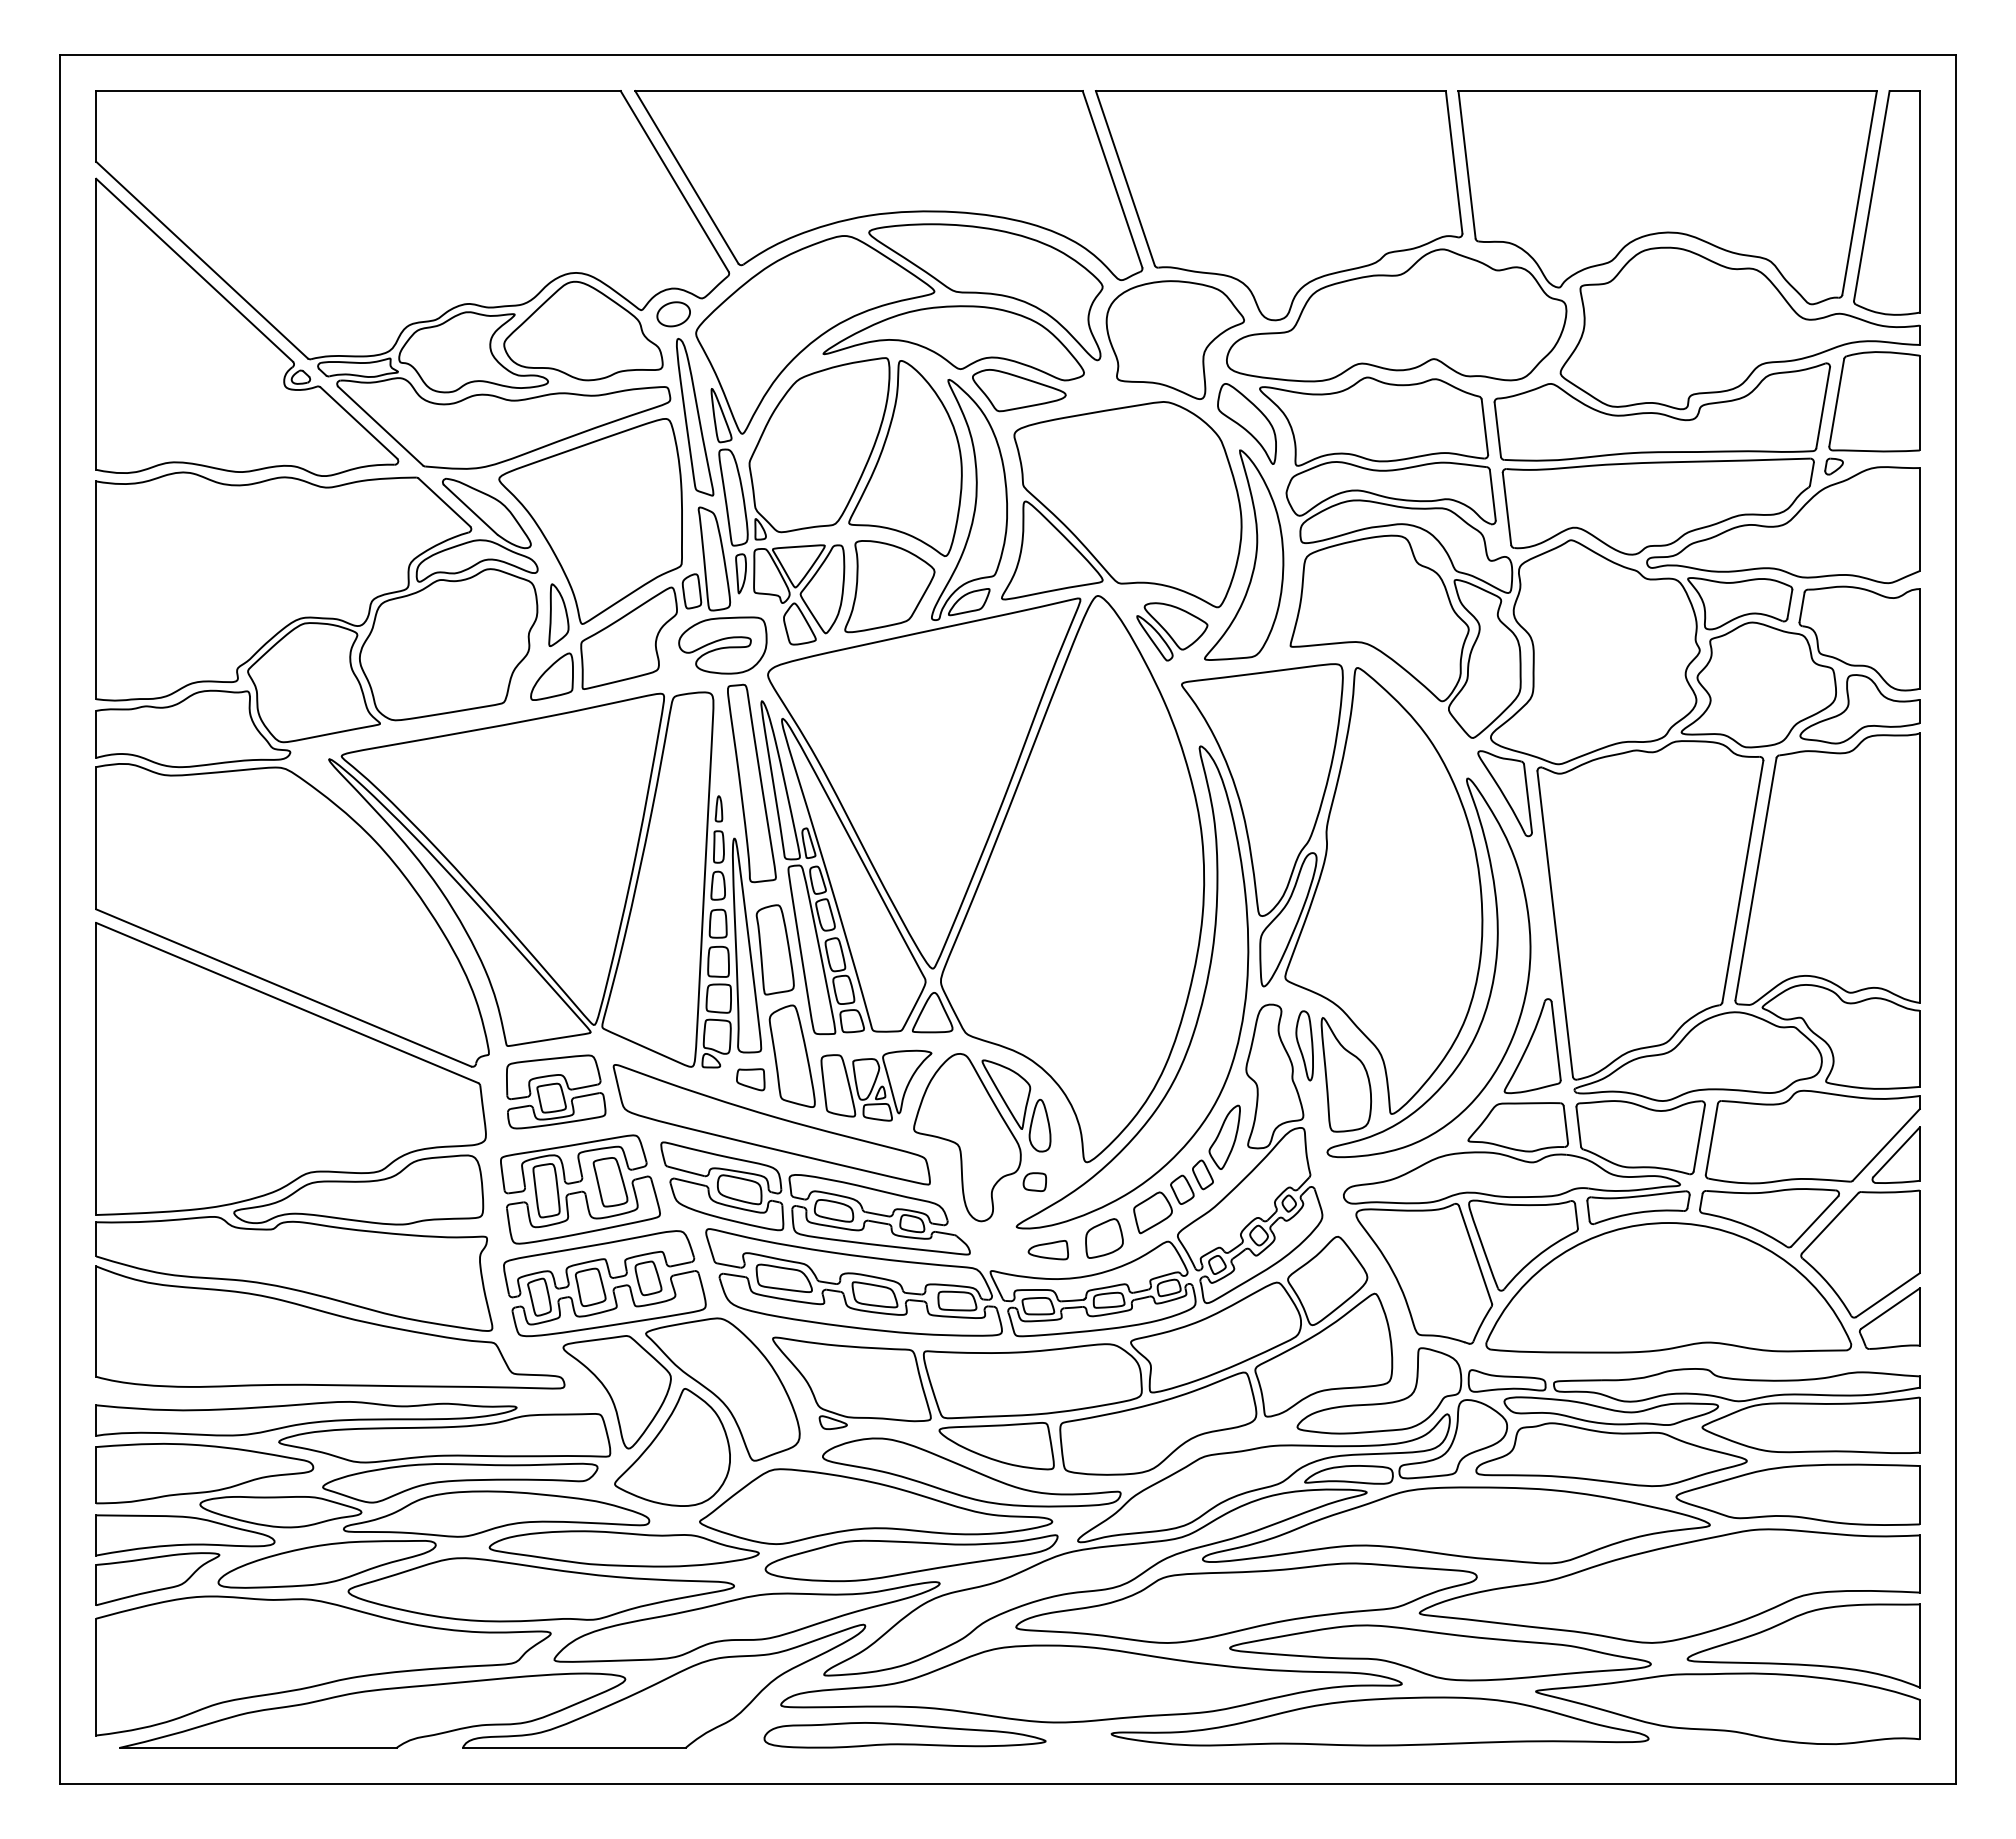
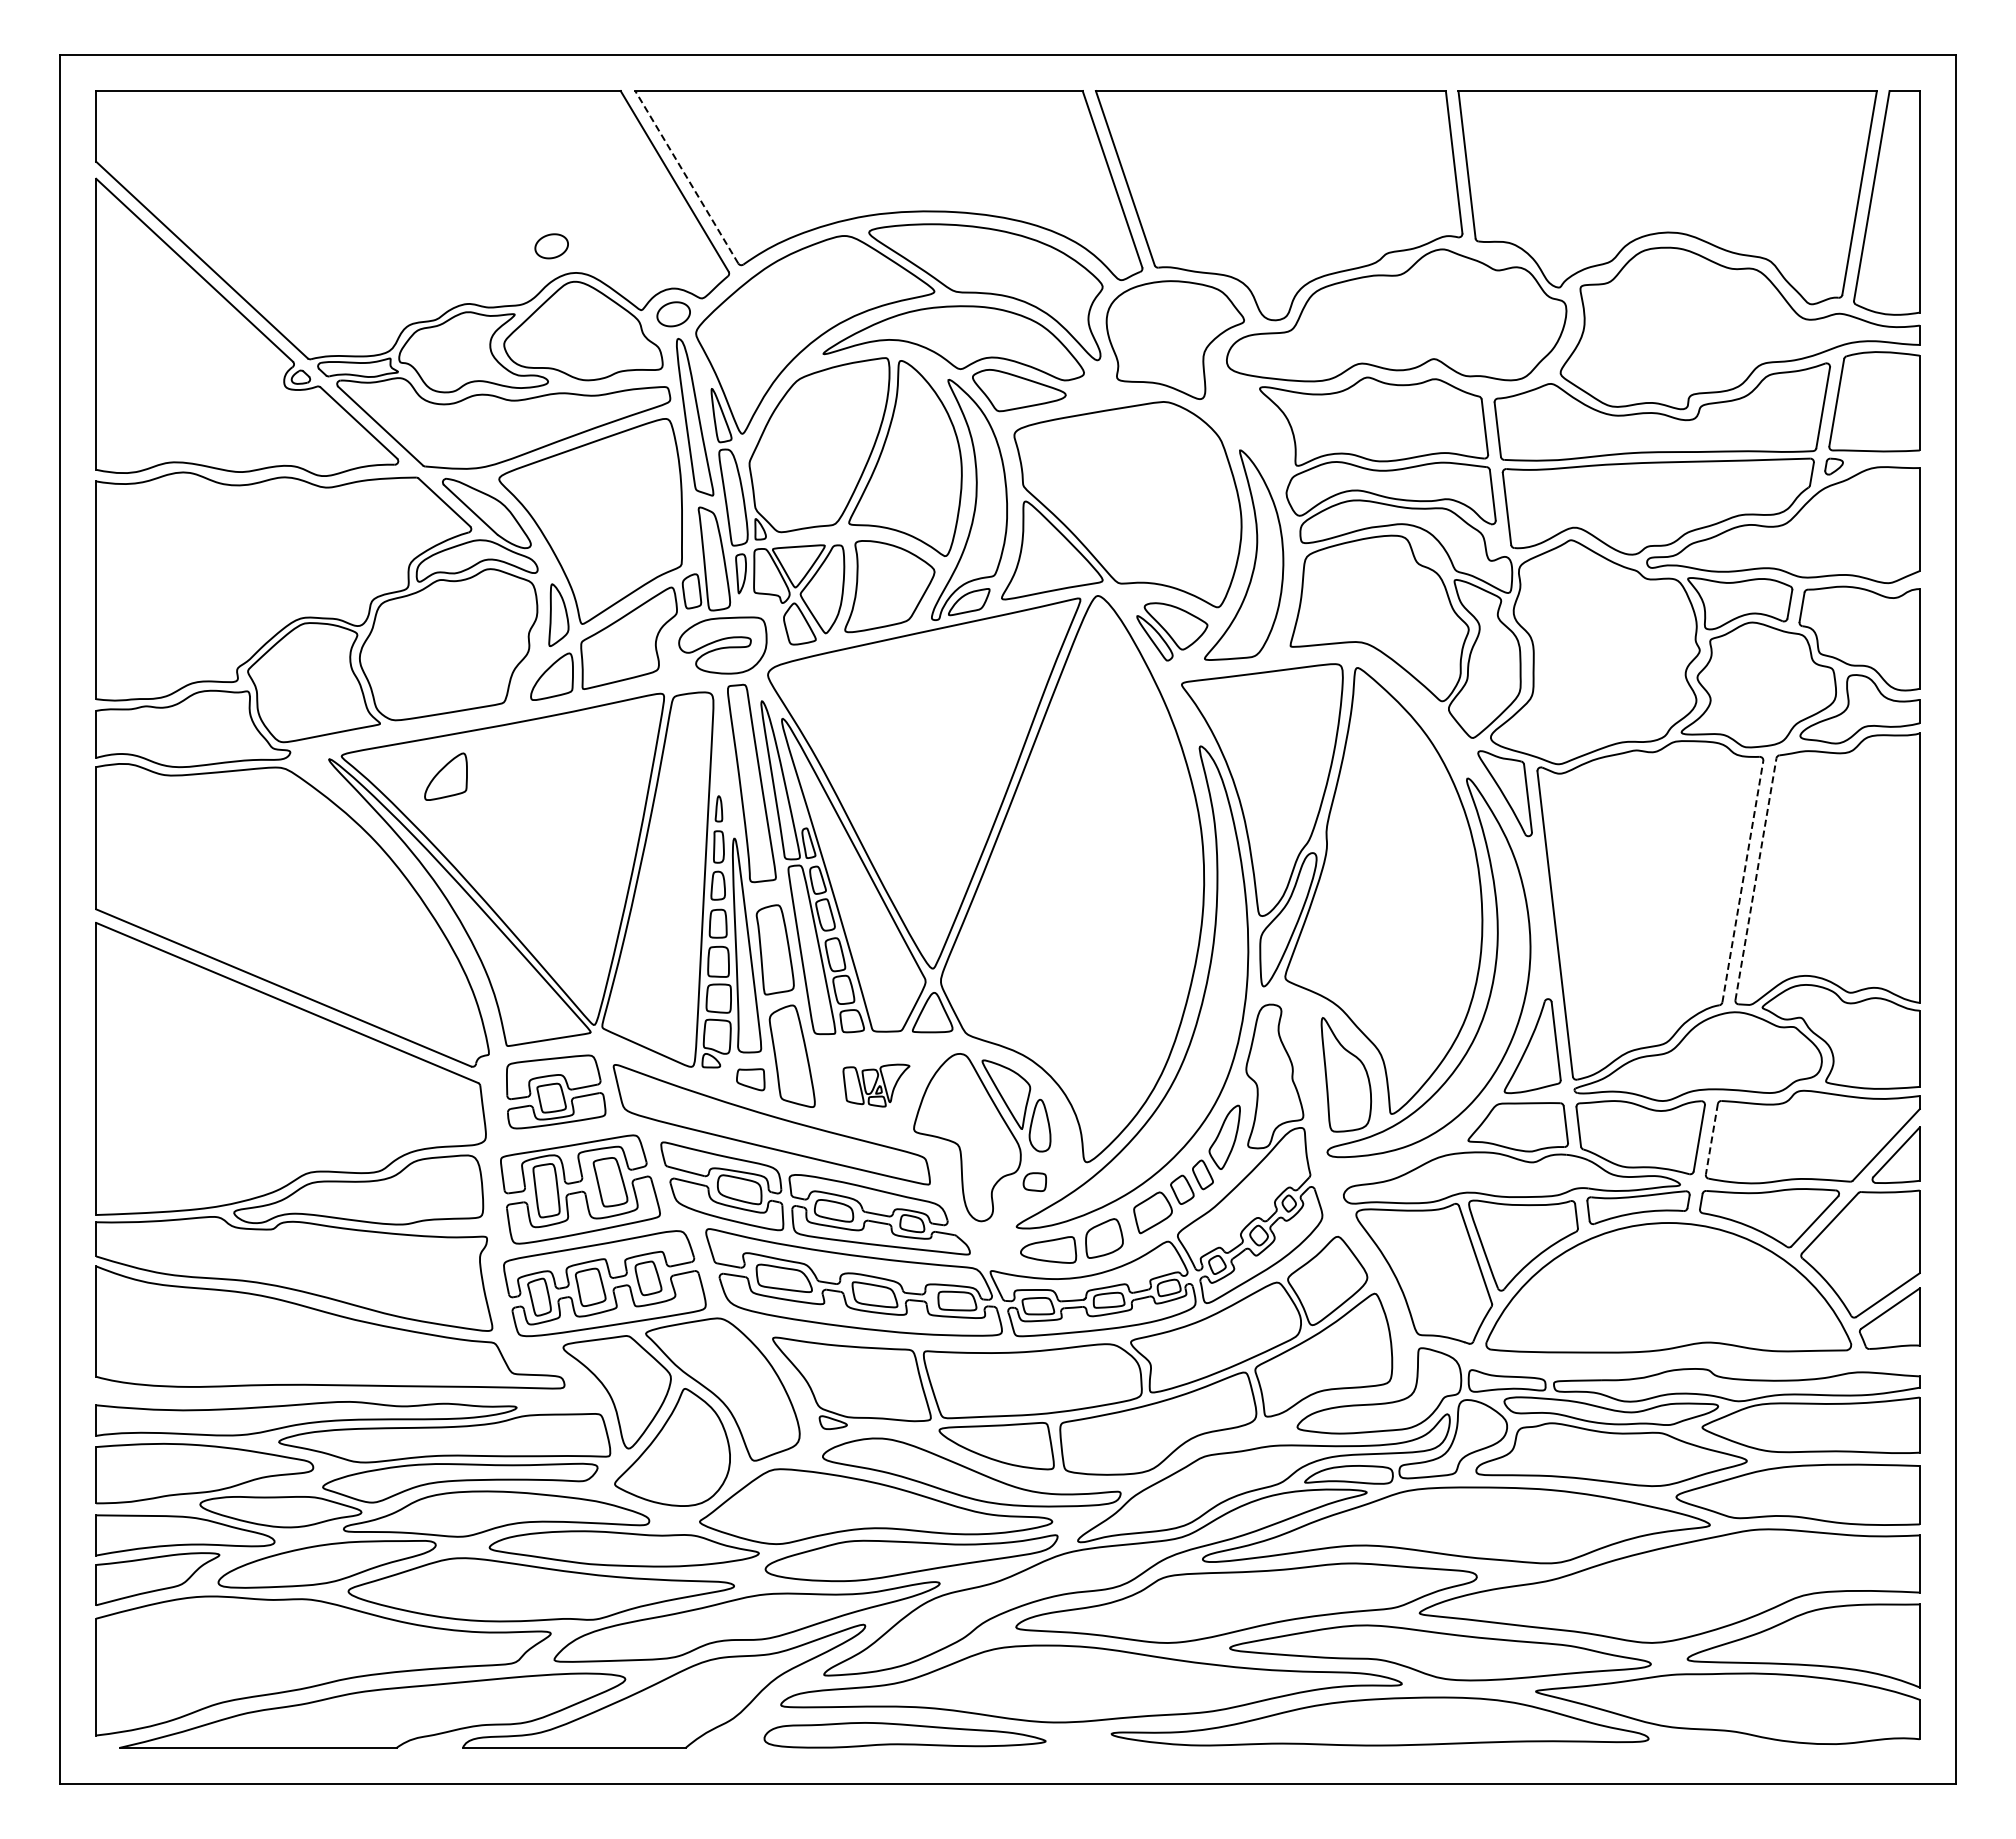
line at (686, 176): solid -> dashed
part at (551, 246): none -> present
part at (1246, 423): present -> none
part at (445, 776): none -> present
line at (1755, 879): solid -> dashed
line at (1742, 881): solid -> dashed
part at (1304, 1045): present -> none
part at (876, 1085) size: 113x73 px -> 69x45 px
line at (1711, 1139): solid -> dashed
part at (1047, 1250) size: 42x21 px -> 58x28 px
